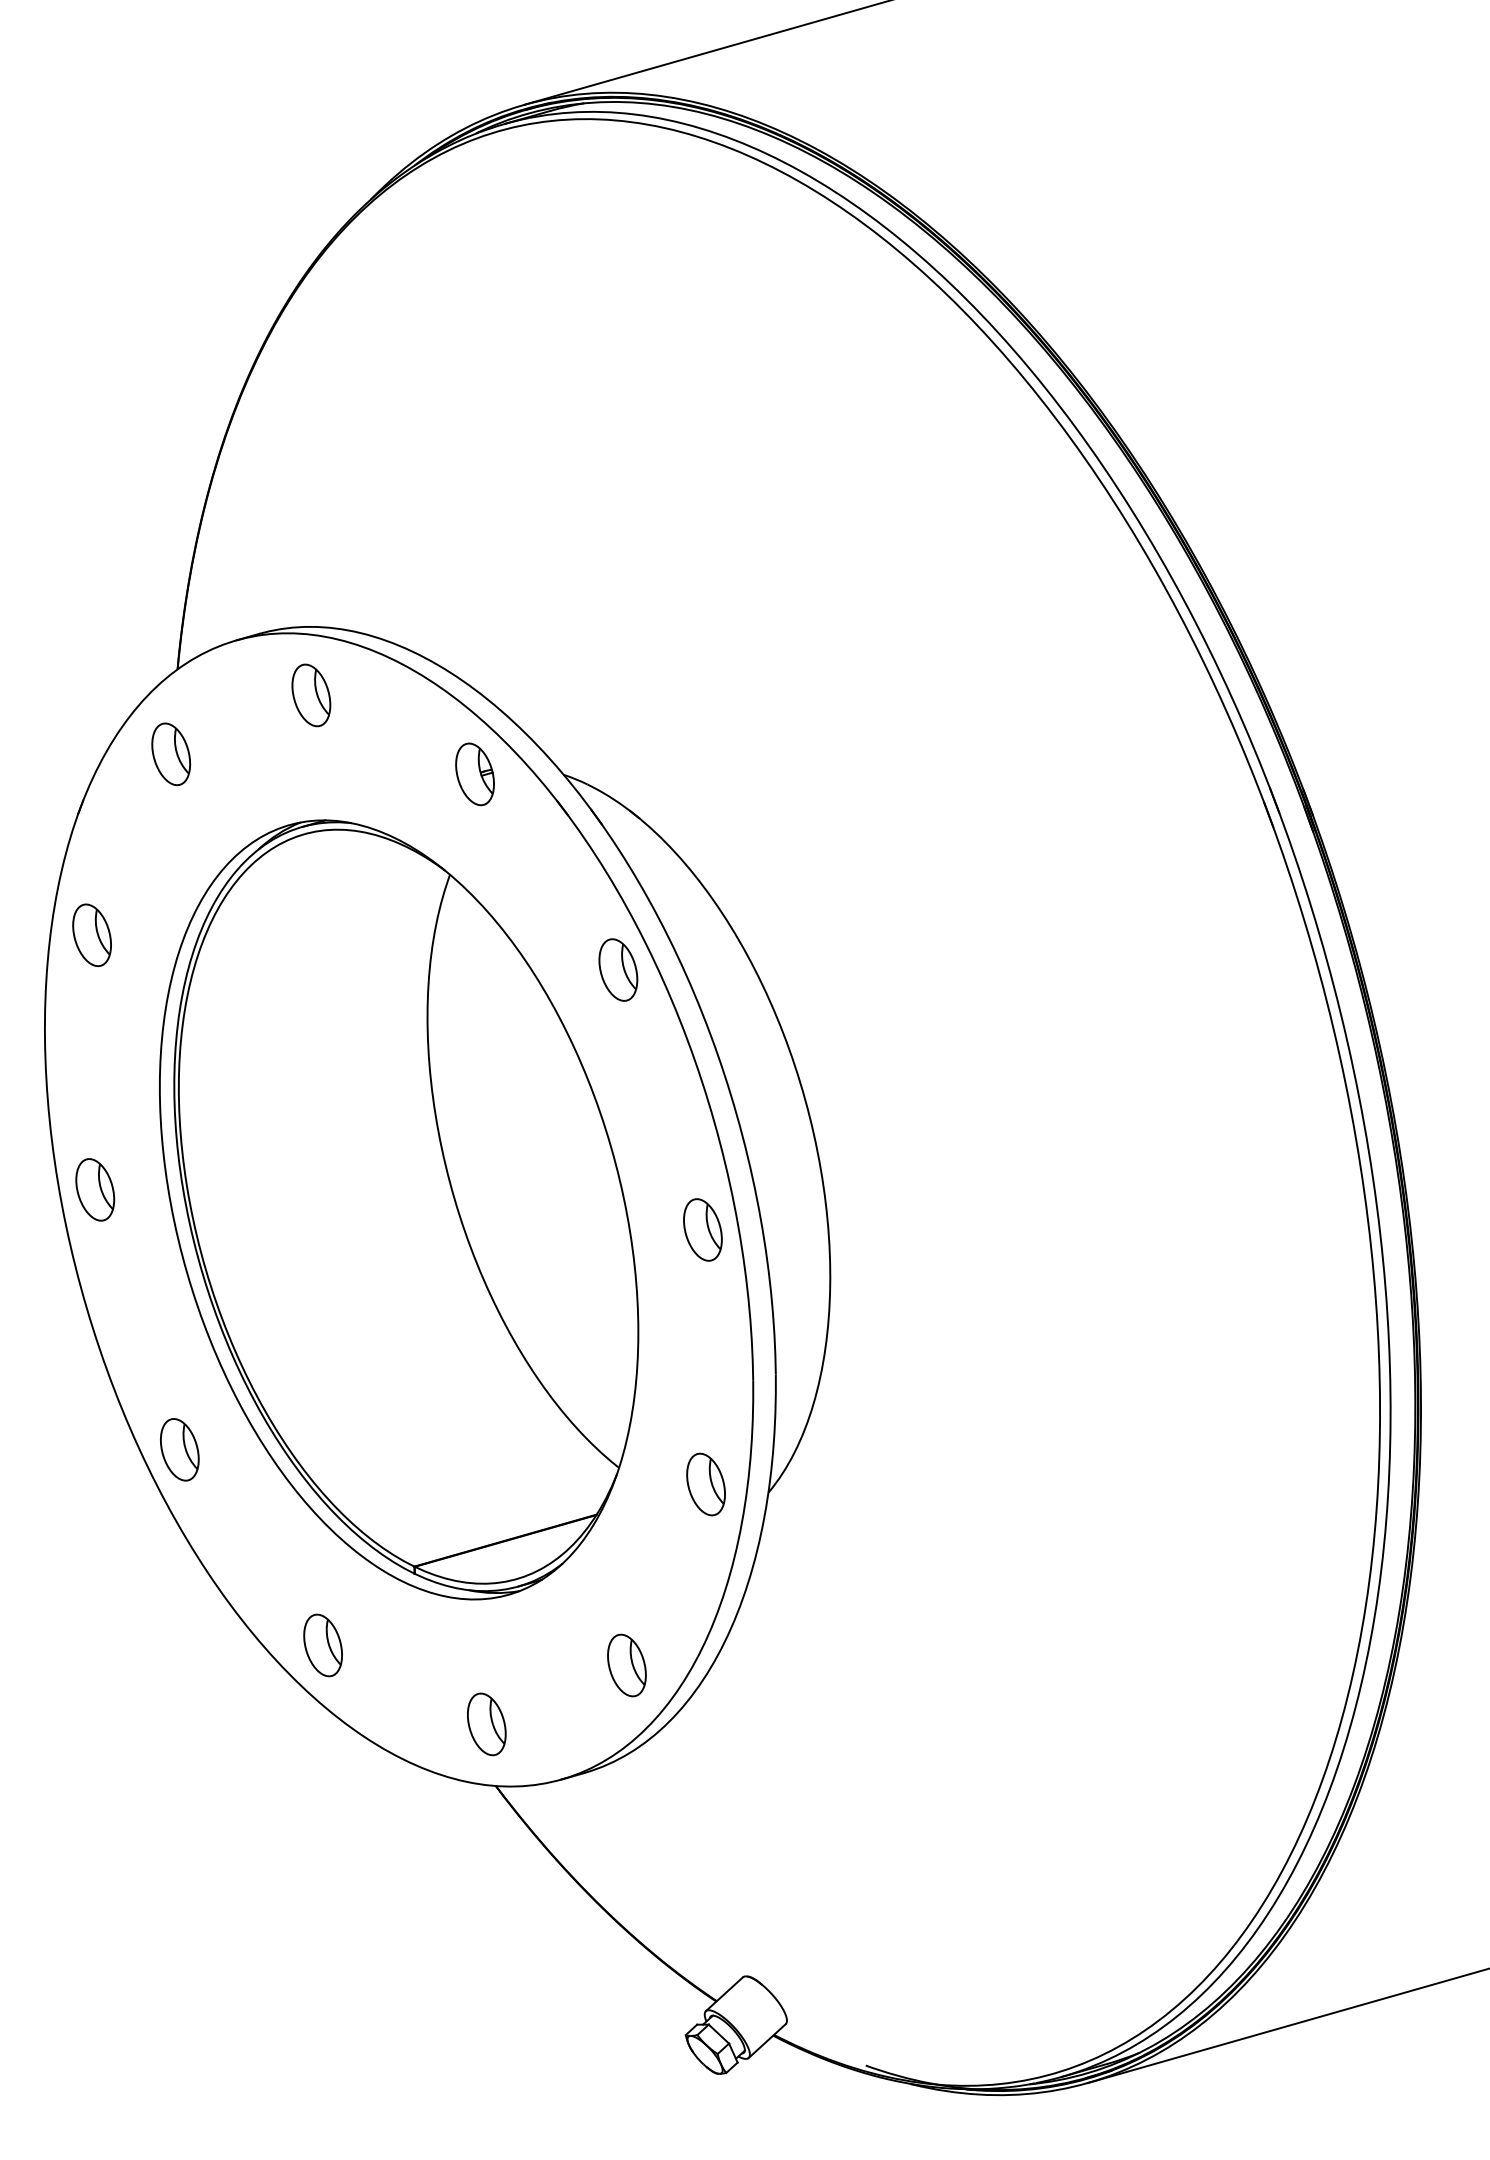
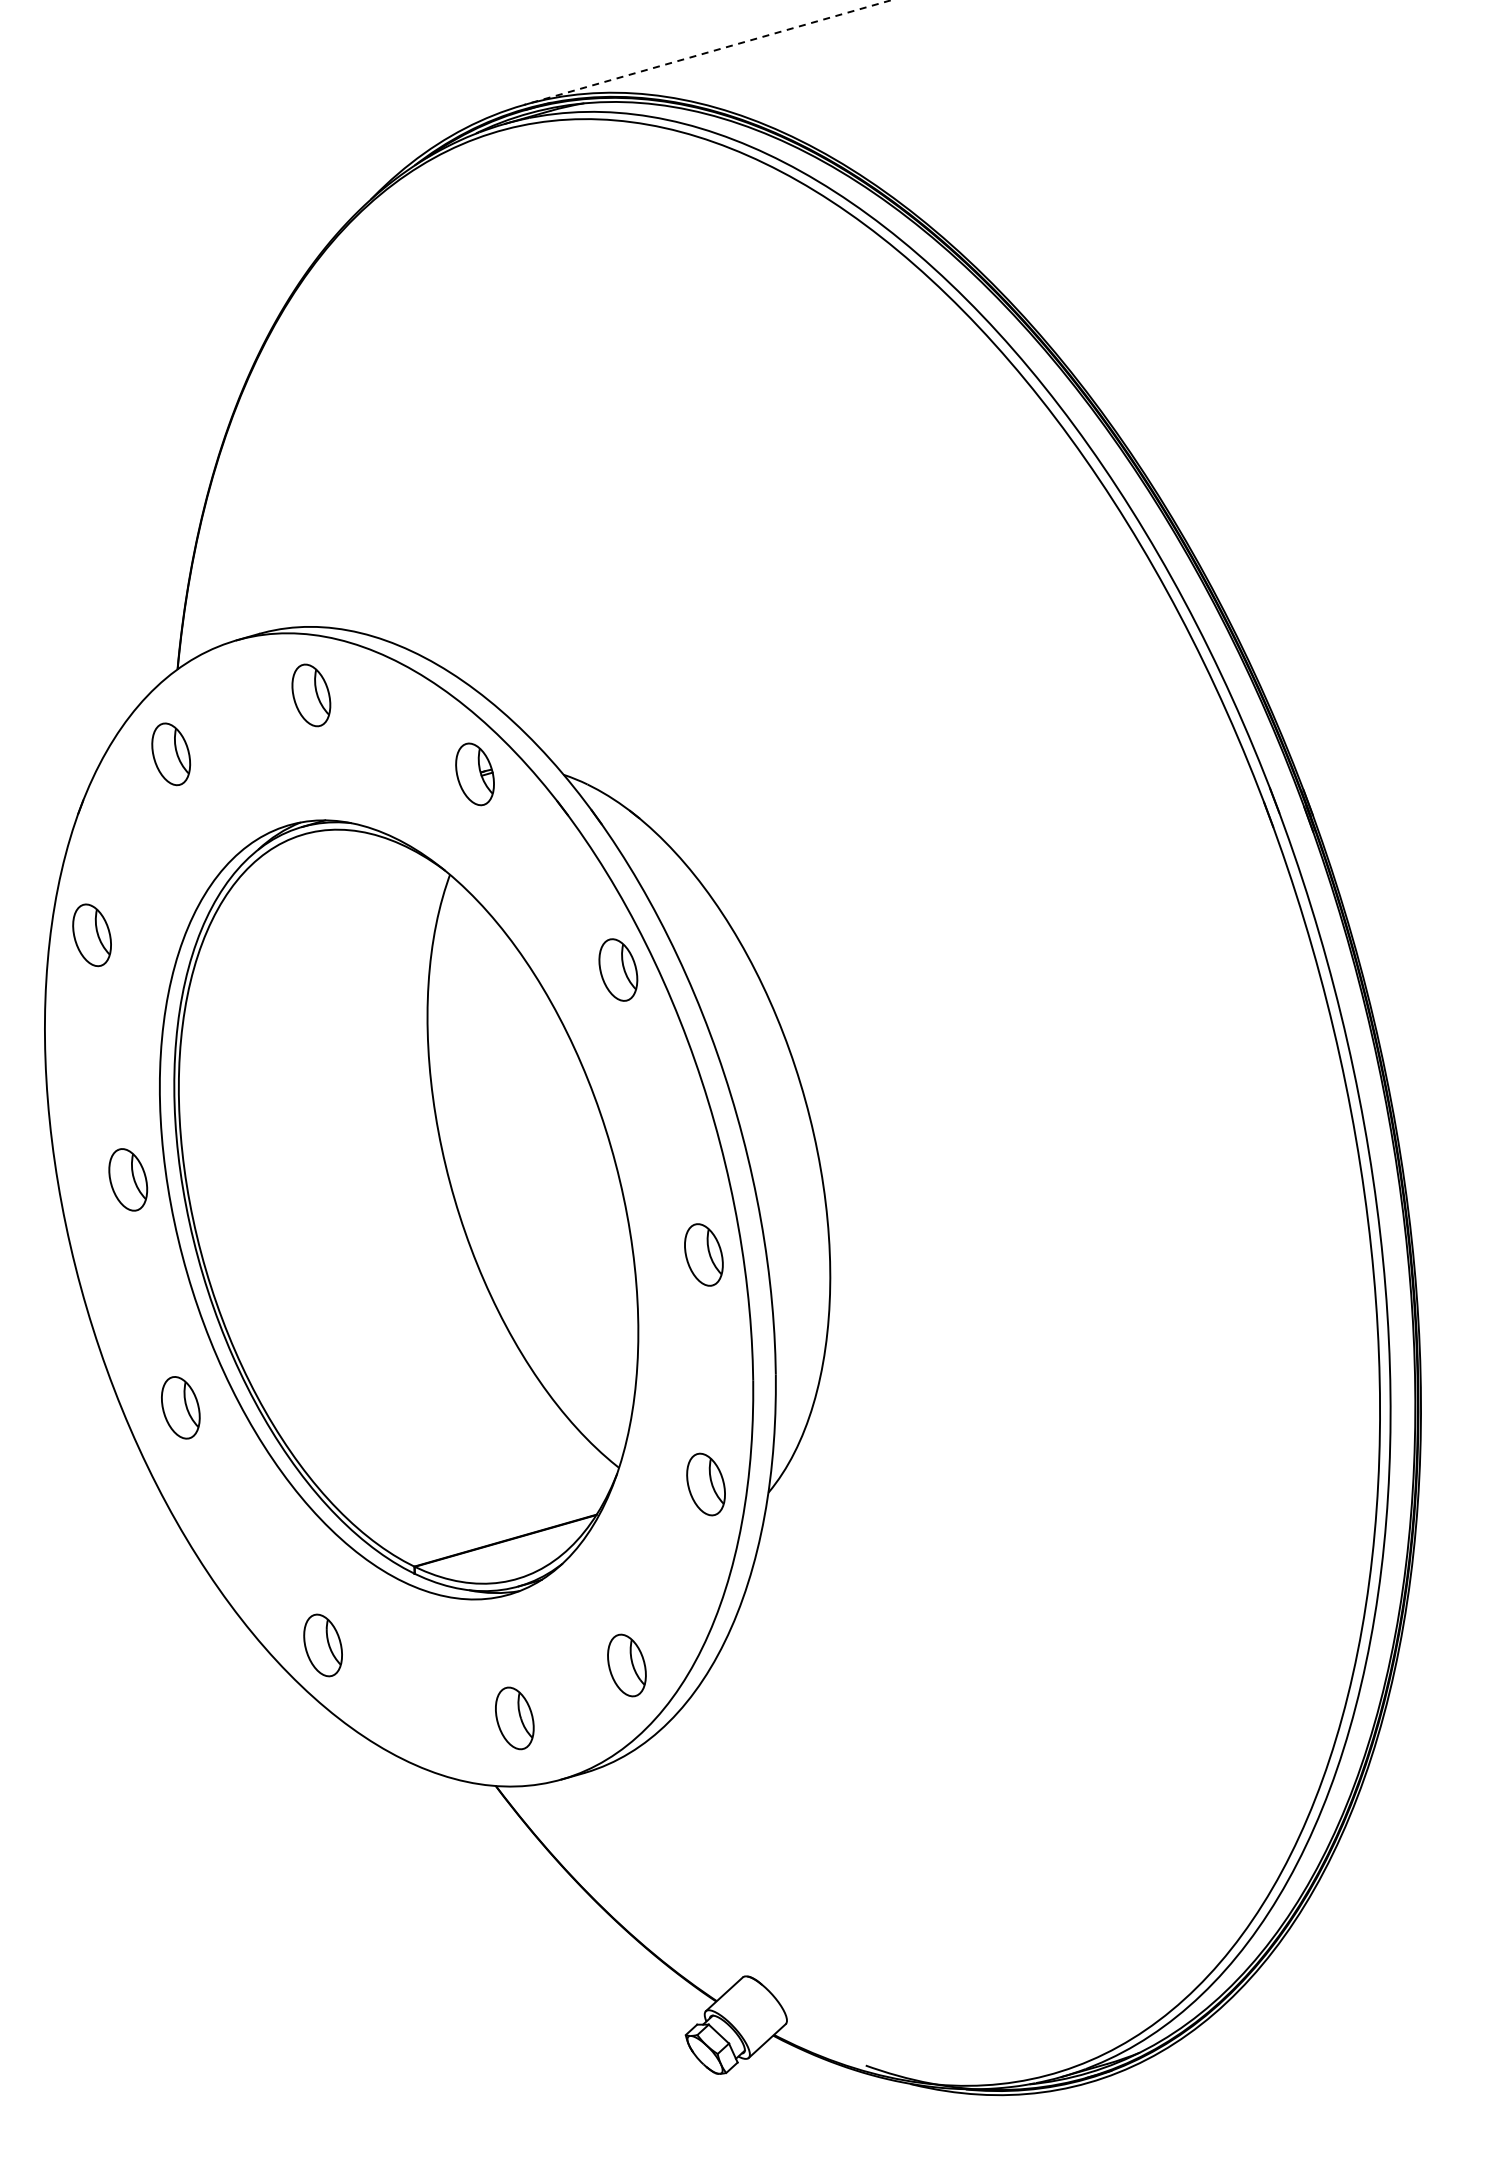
line at (707, 52): solid -> dashed
part at (95, 1189) position: (95, 1189) -> (128, 1179)
part at (702, 1229) position: (702, 1229) -> (703, 1254)
part at (179, 1449) position: (179, 1449) -> (180, 1407)
part at (486, 1724) position: (486, 1724) -> (514, 1718)
line at (1286, 2026): present -> none
